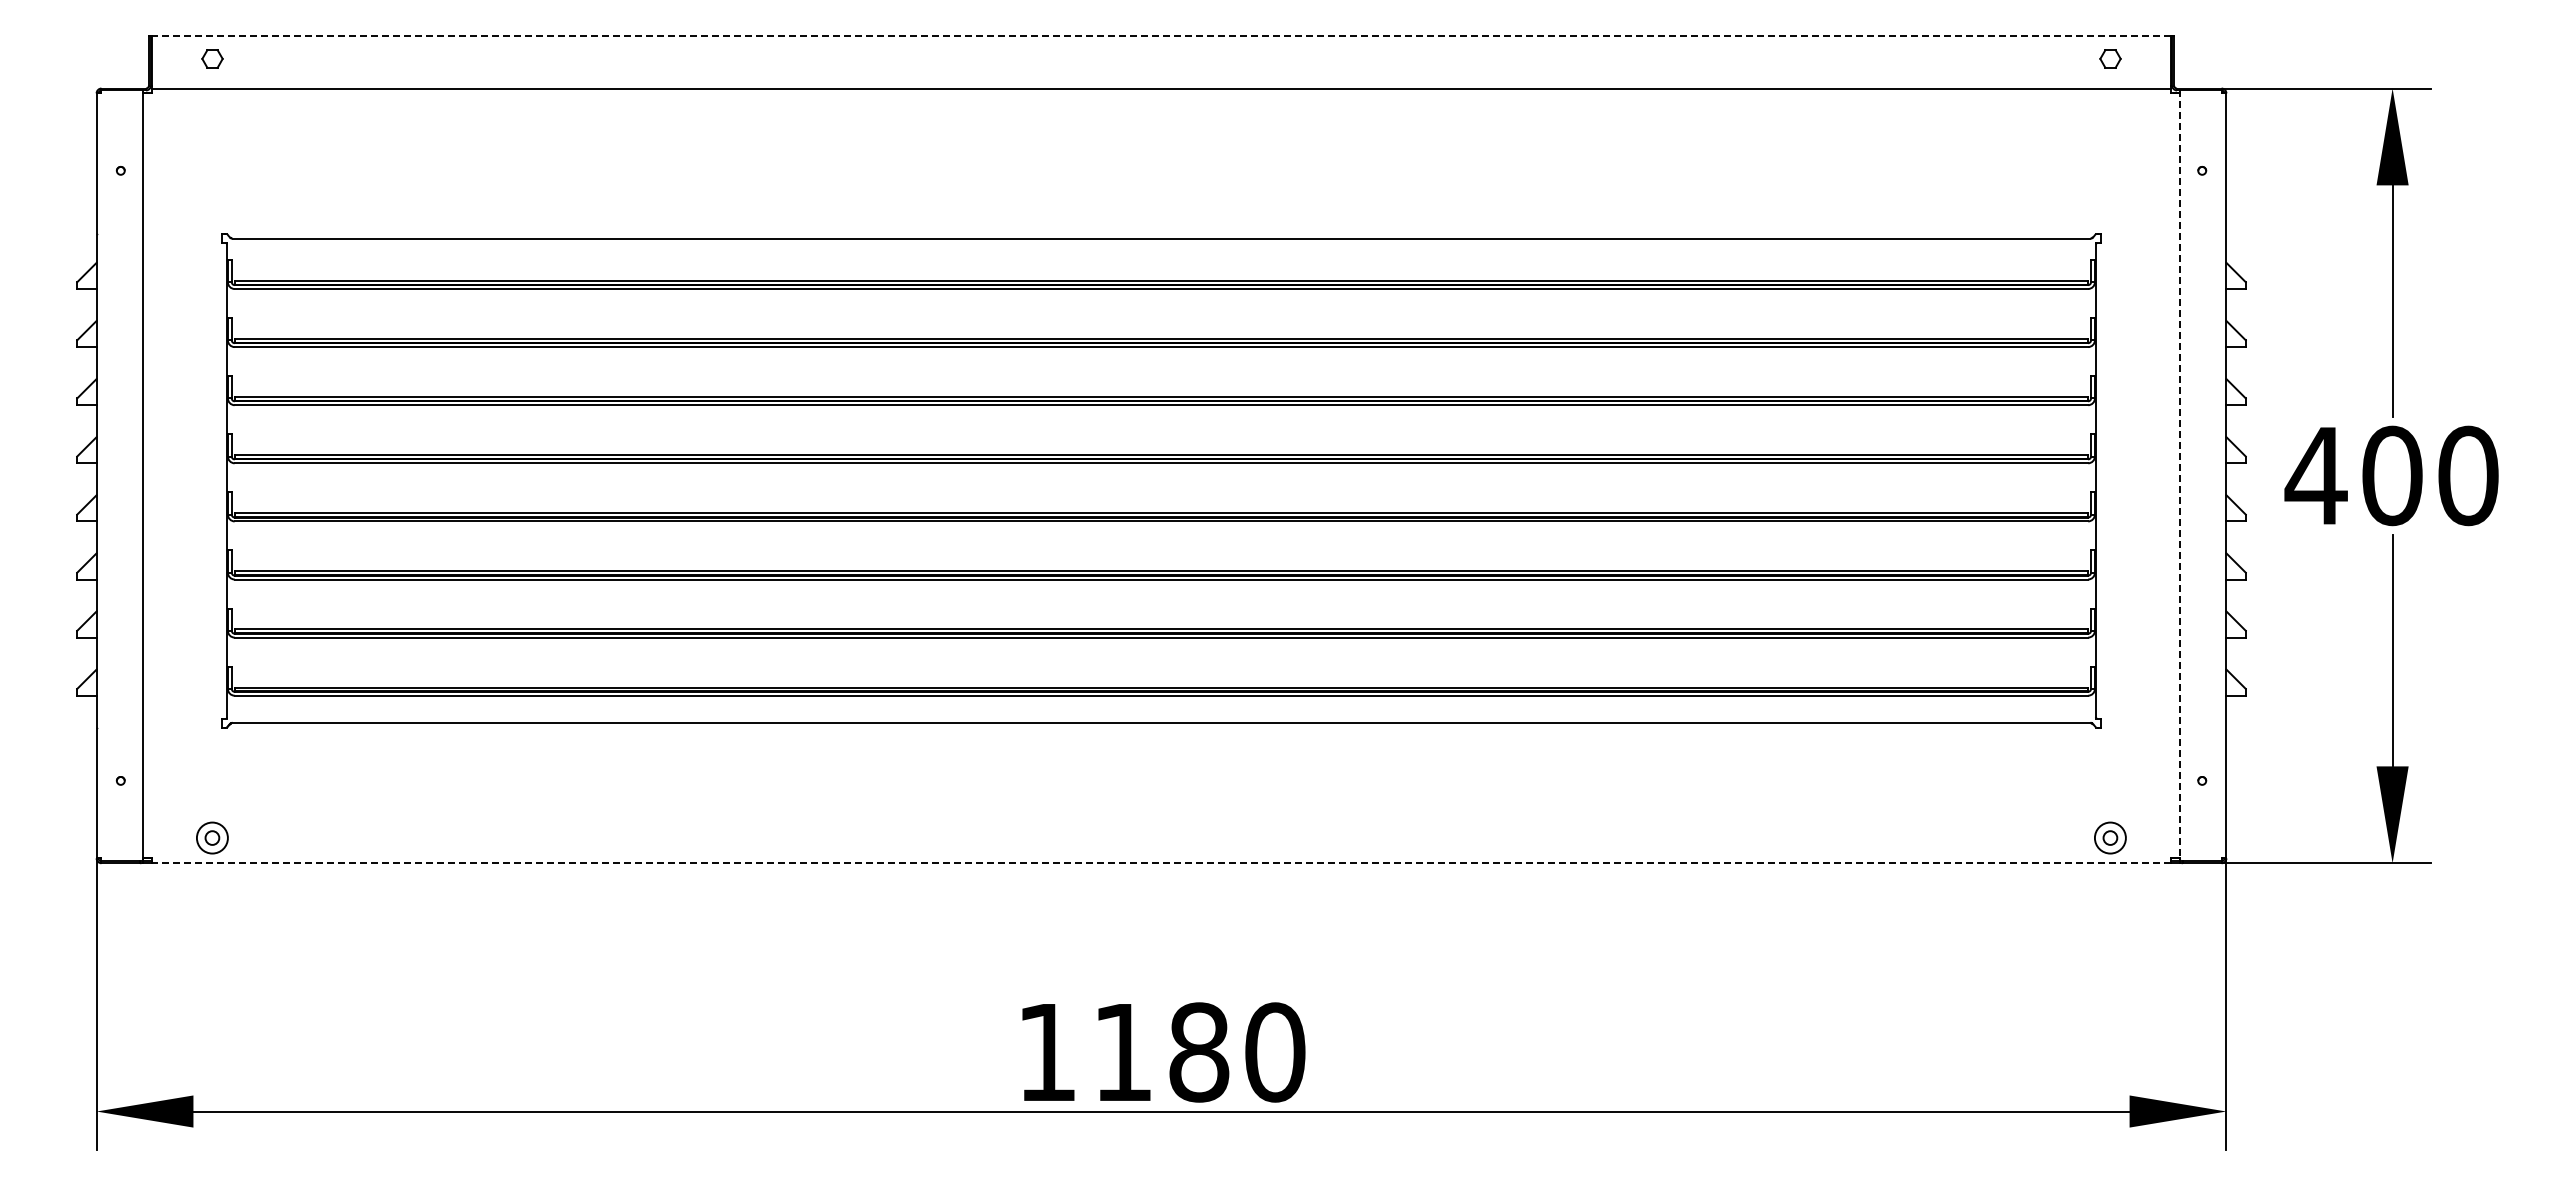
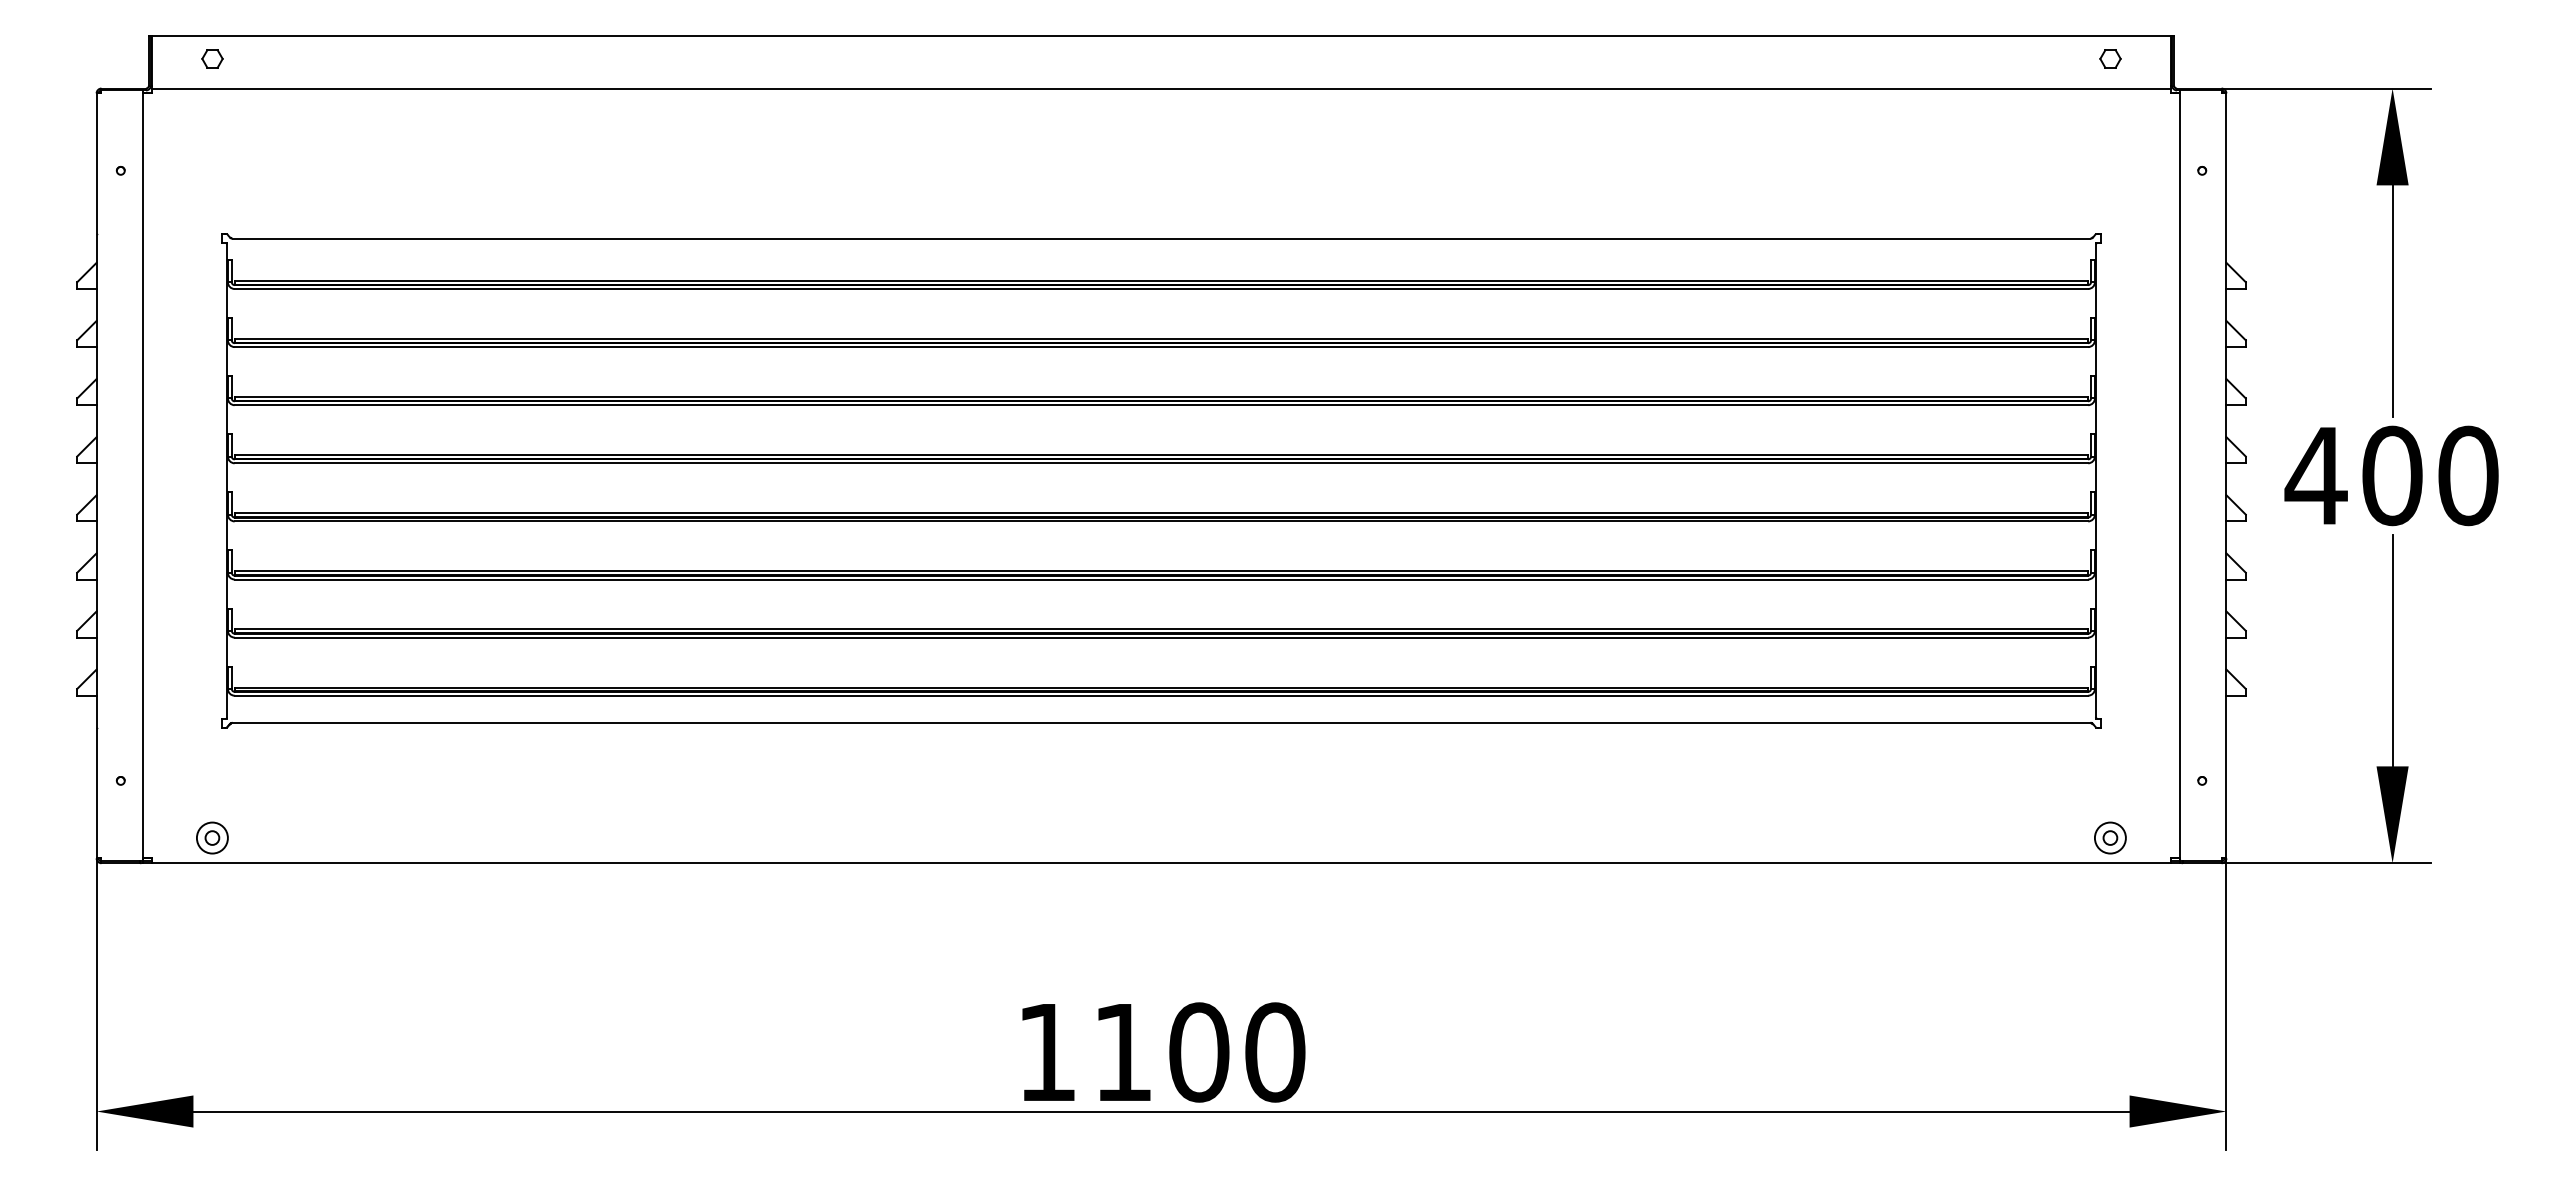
line at (1161, 35): dashed -> solid
line at (2180, 476): dashed -> solid
line at (1161, 863): dashed -> solid
text at (1199, 1052): 1180 -> 1100
